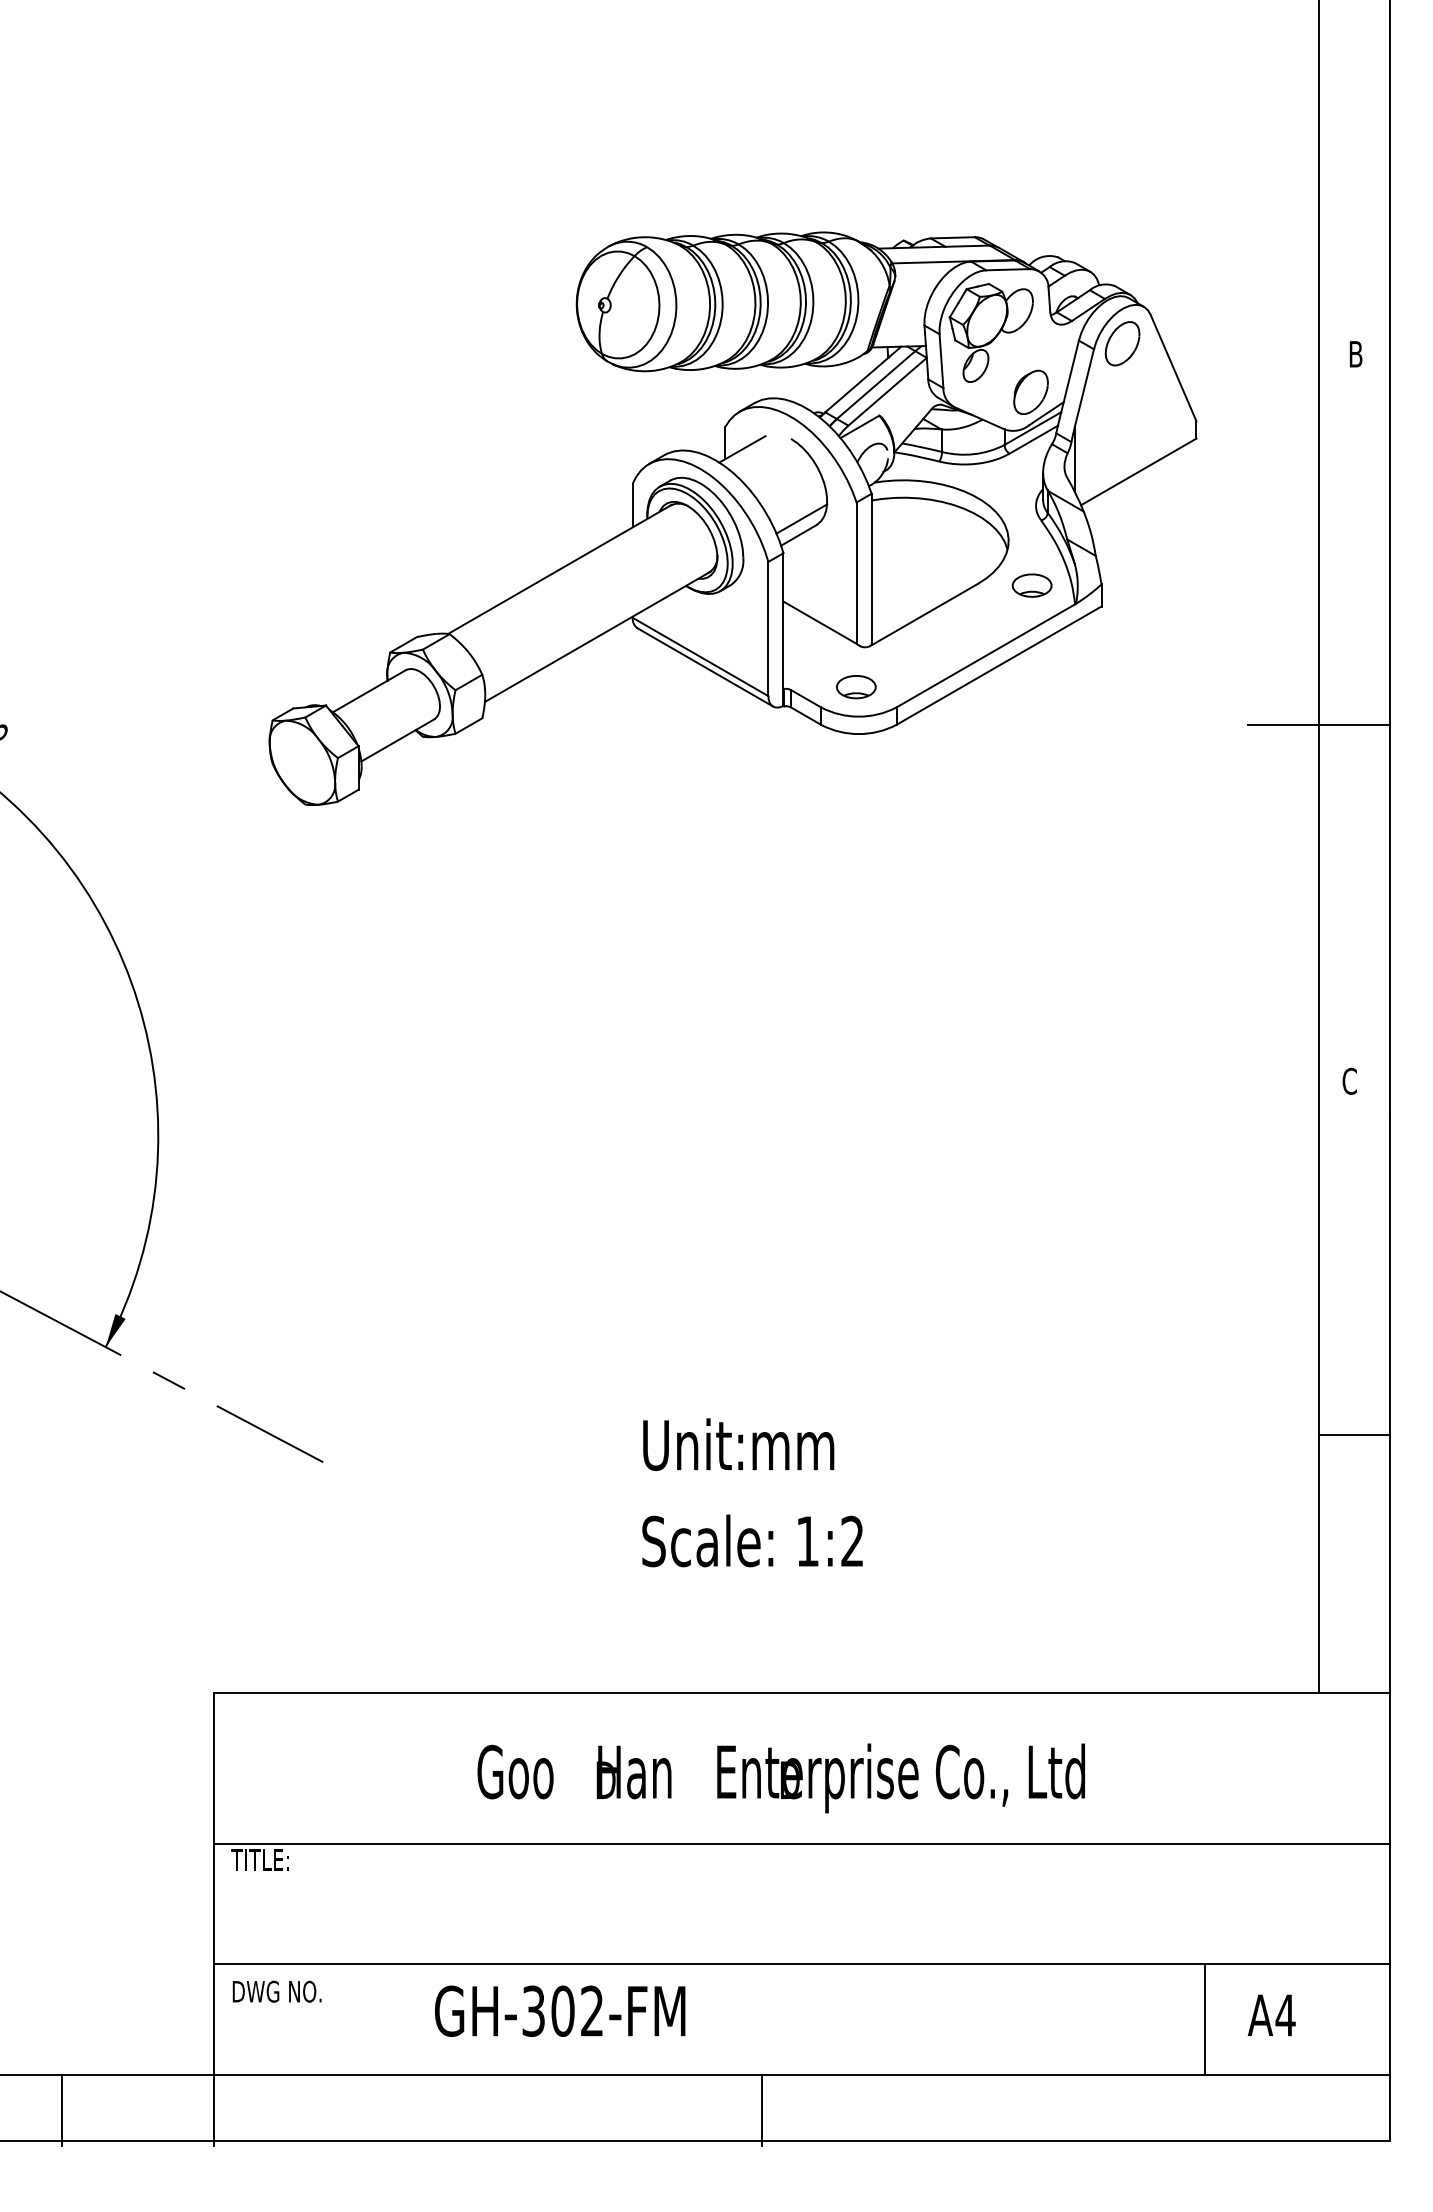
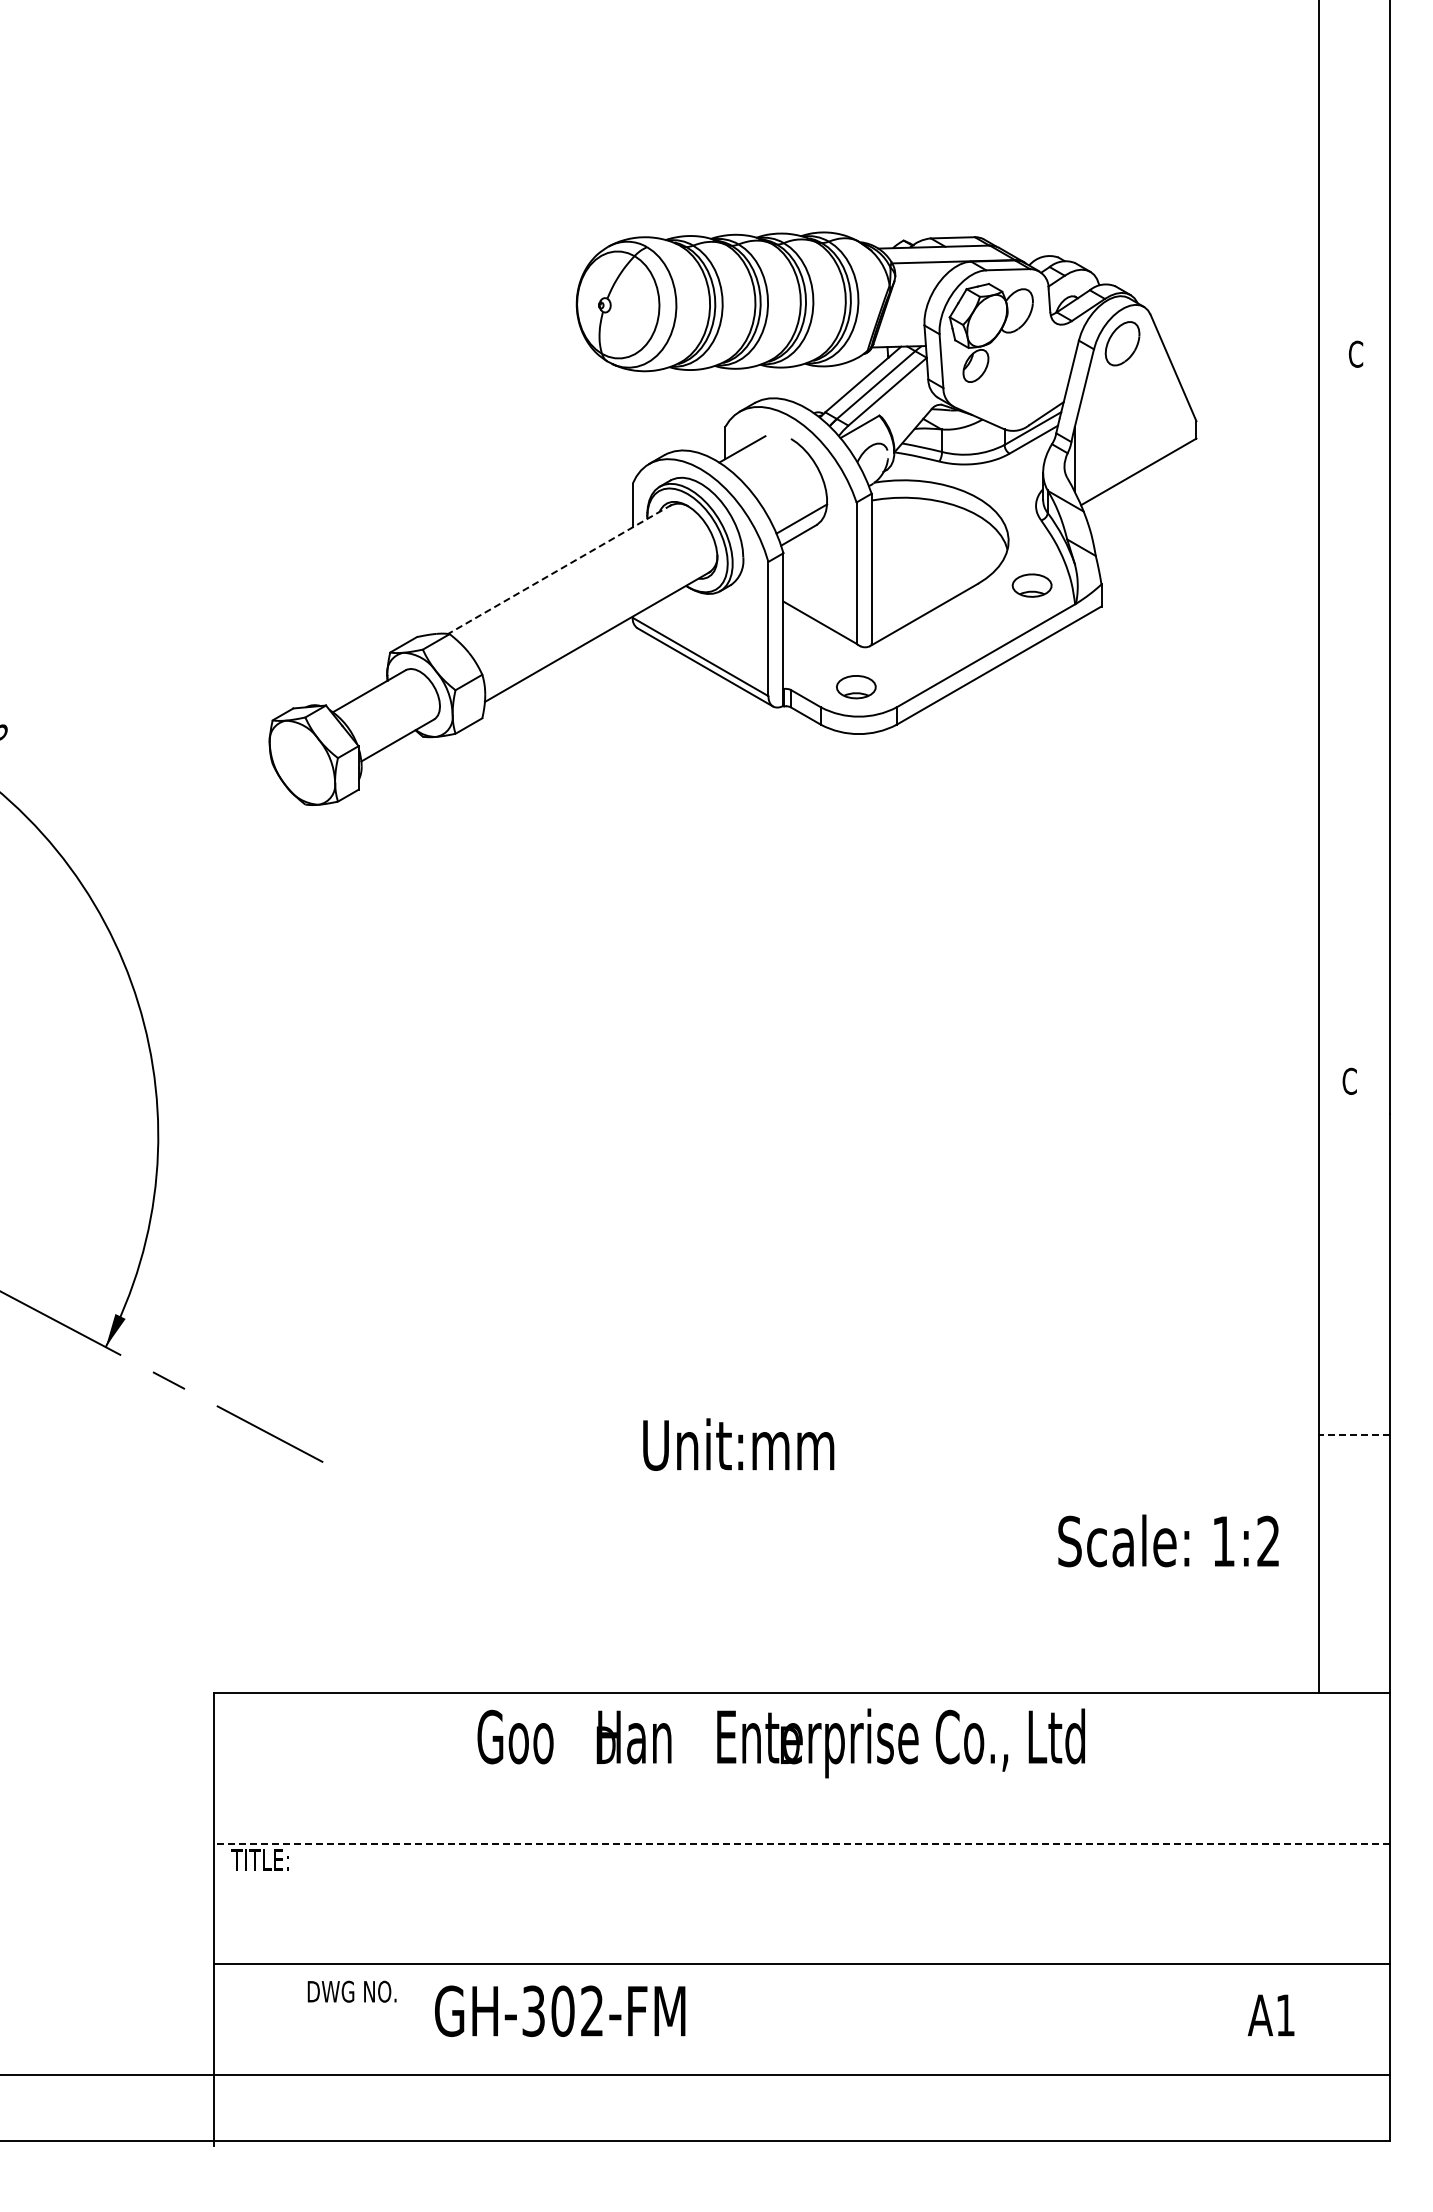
text at (1355, 353): B -> C
part at (1030, 391): present -> none
line at (559, 569): solid -> dashed
line at (1319, 724): present -> none
line at (1354, 1435): solid -> dashed
text at (752, 1540) position: (752, 1540) -> (1168, 1540)
text at (780, 1778) position: (780, 1778) -> (780, 1743)
line at (801, 1843): solid -> dashed
text at (276, 1991) position: (276, 1991) -> (351, 1991)
text at (1285, 2015): A4 -> A1
line at (1205, 2019): present -> none
line at (61, 2109): present -> none
line at (762, 2109): present -> none
